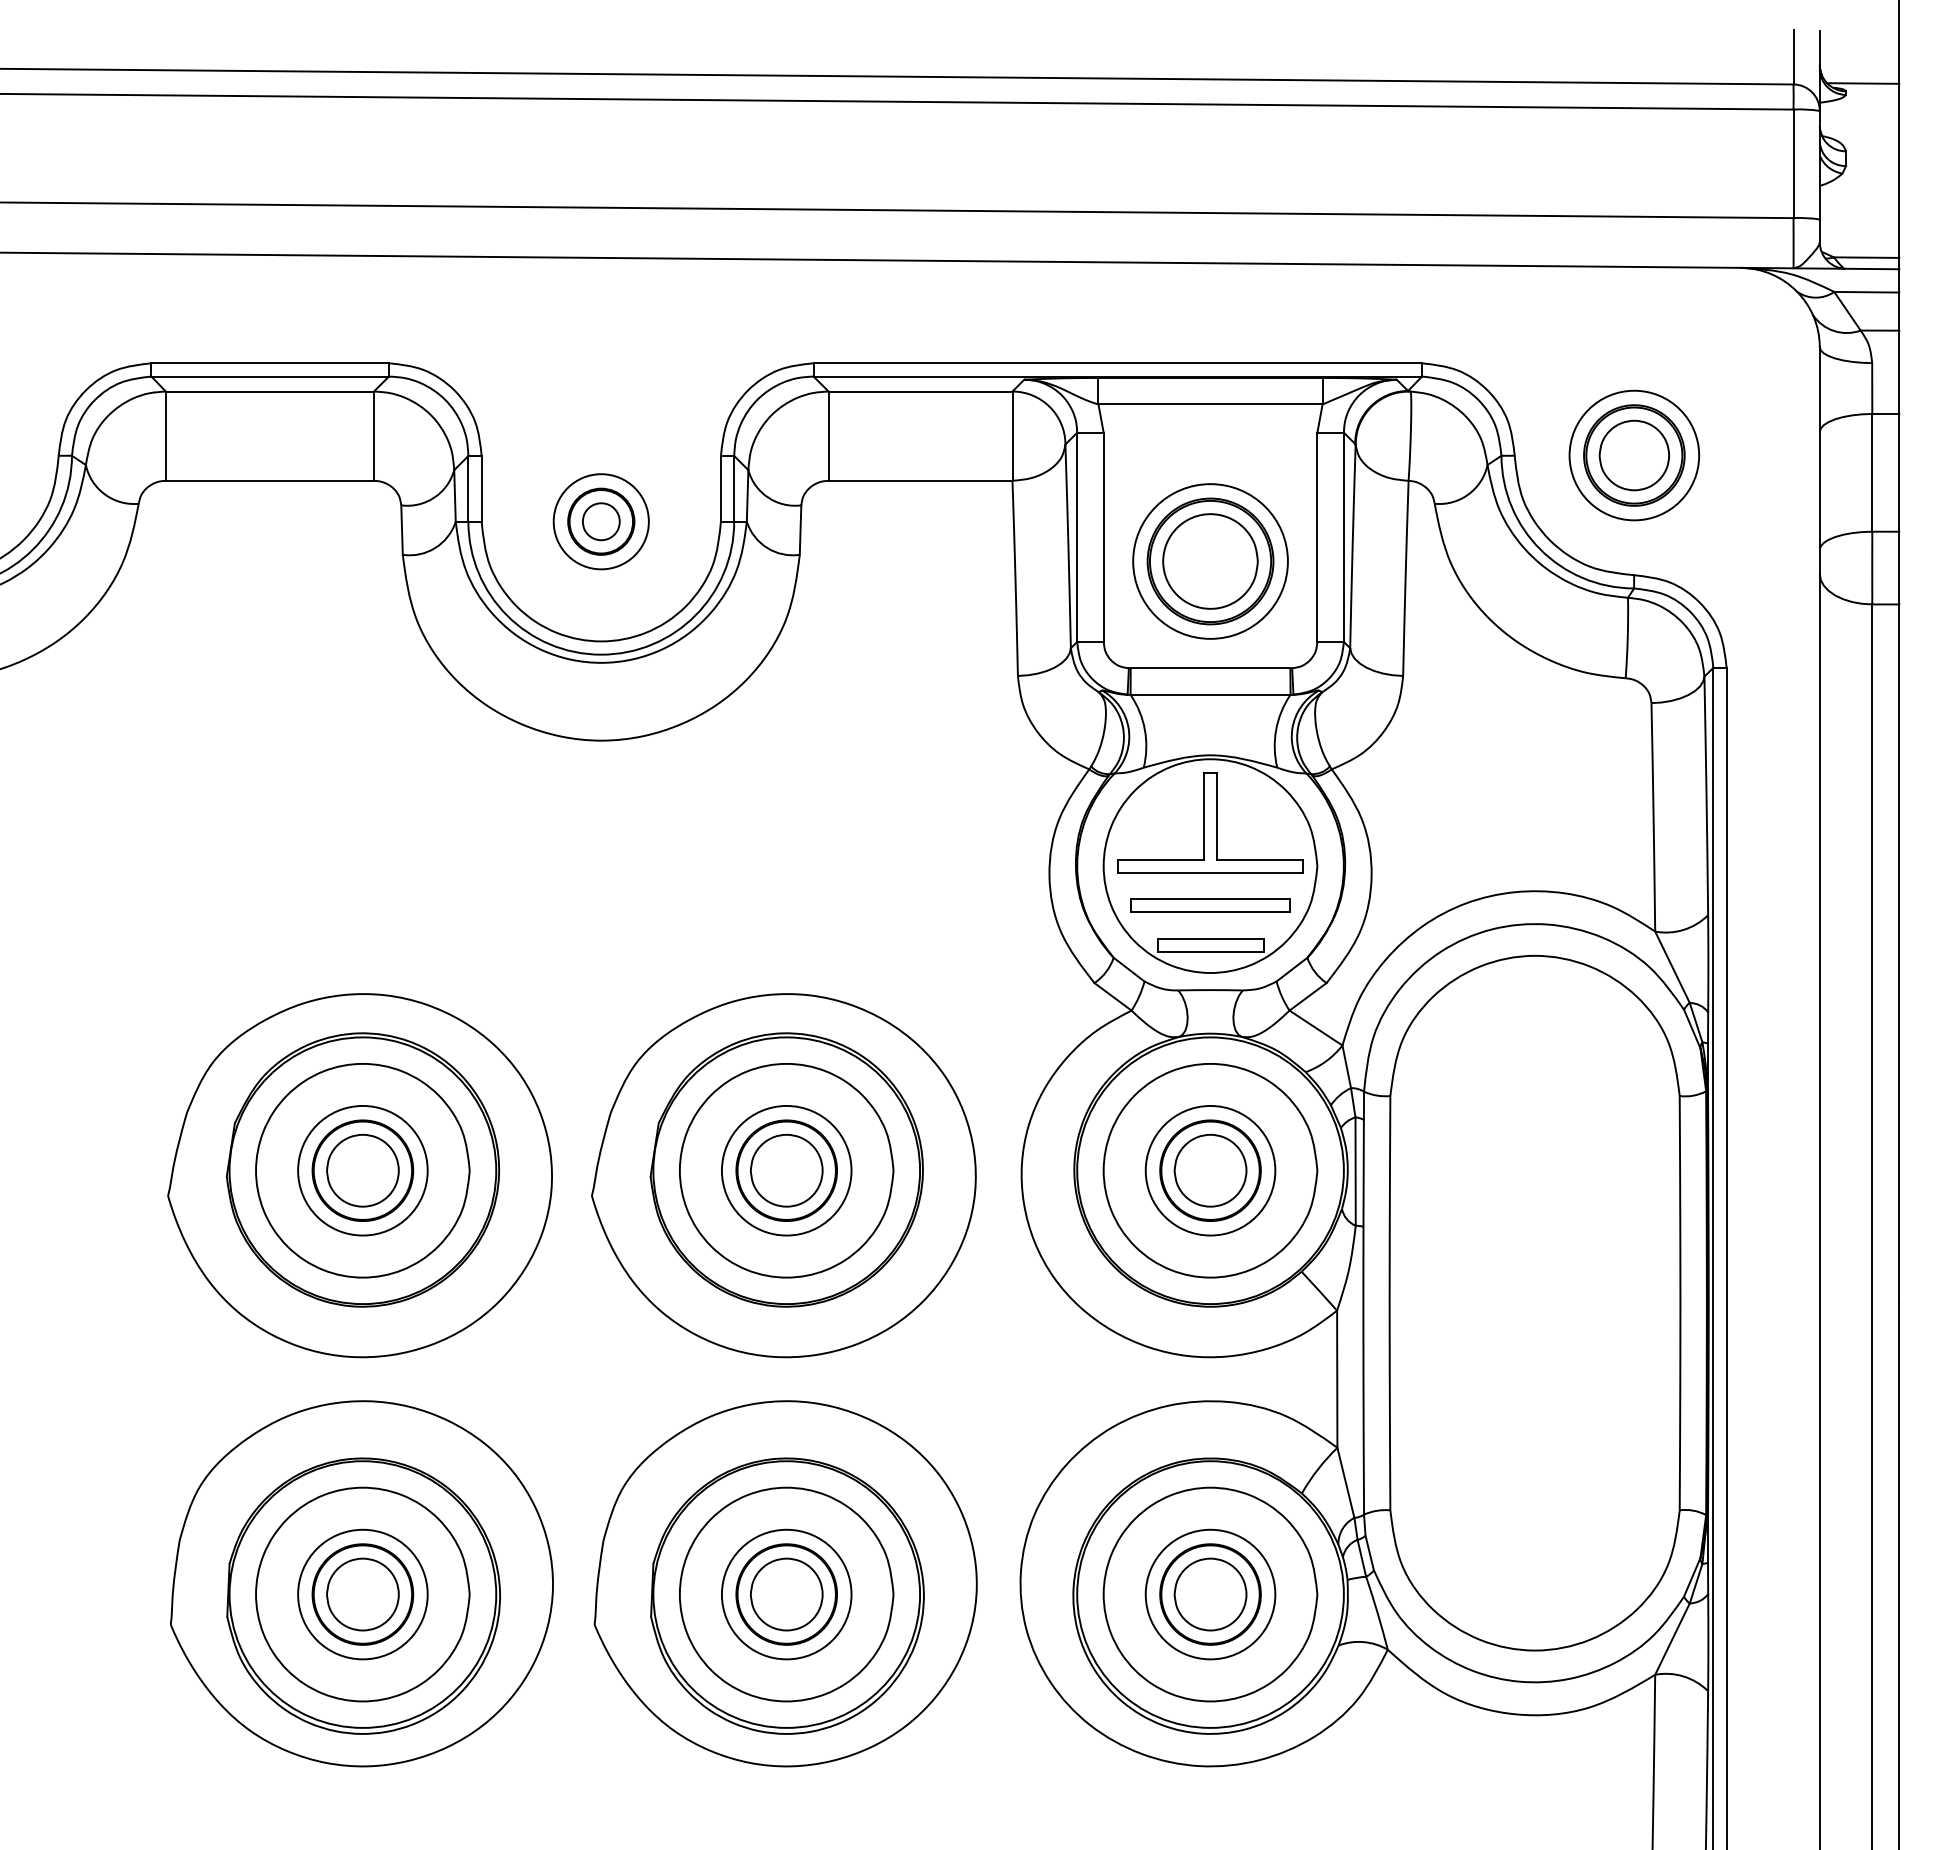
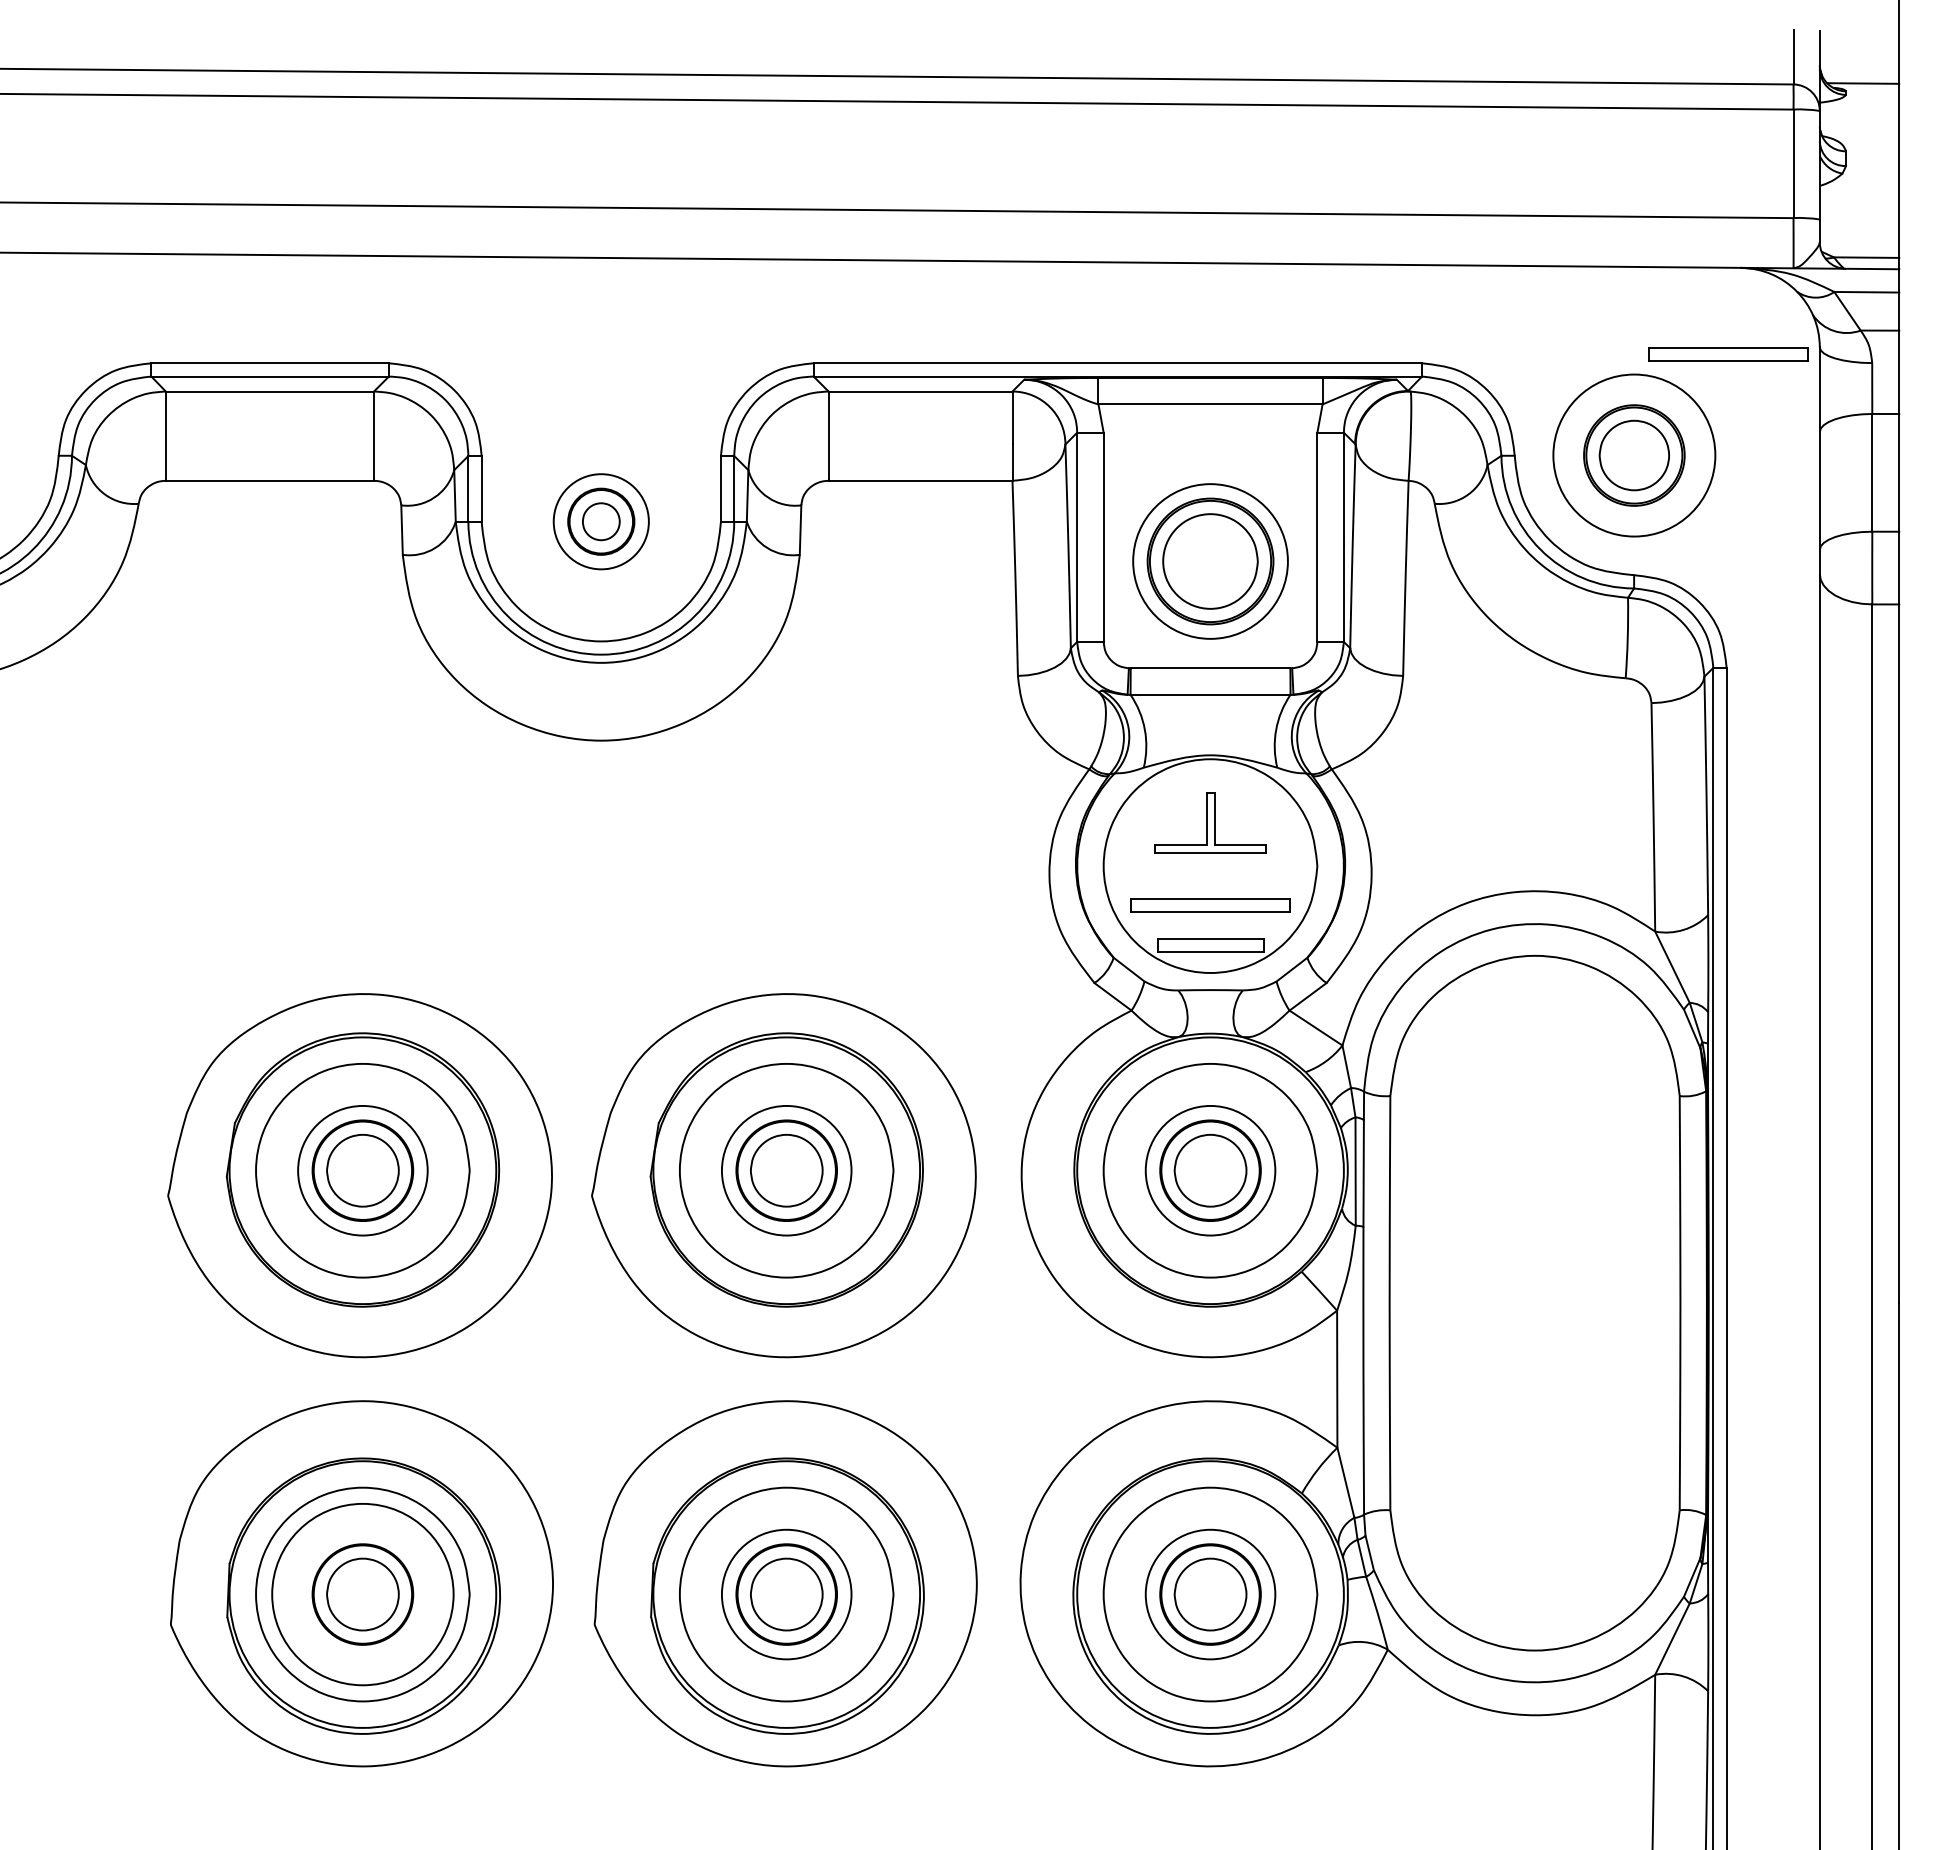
part at (1728, 354): none -> present
circle at (1634, 455) diameter: 130 px -> 162 px
part at (1210, 822) size: 187x102 px -> 113x62 px
circle at (362, 1594) diameter: 130 px -> 181 px
